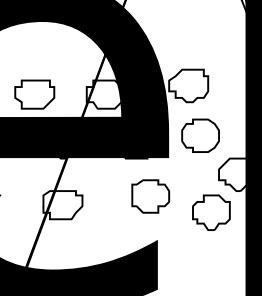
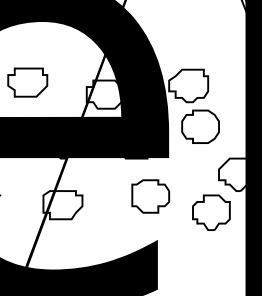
part at (34, 94) position: (34, 94) -> (27, 82)
part at (200, 135) position: (200, 135) -> (200, 126)
